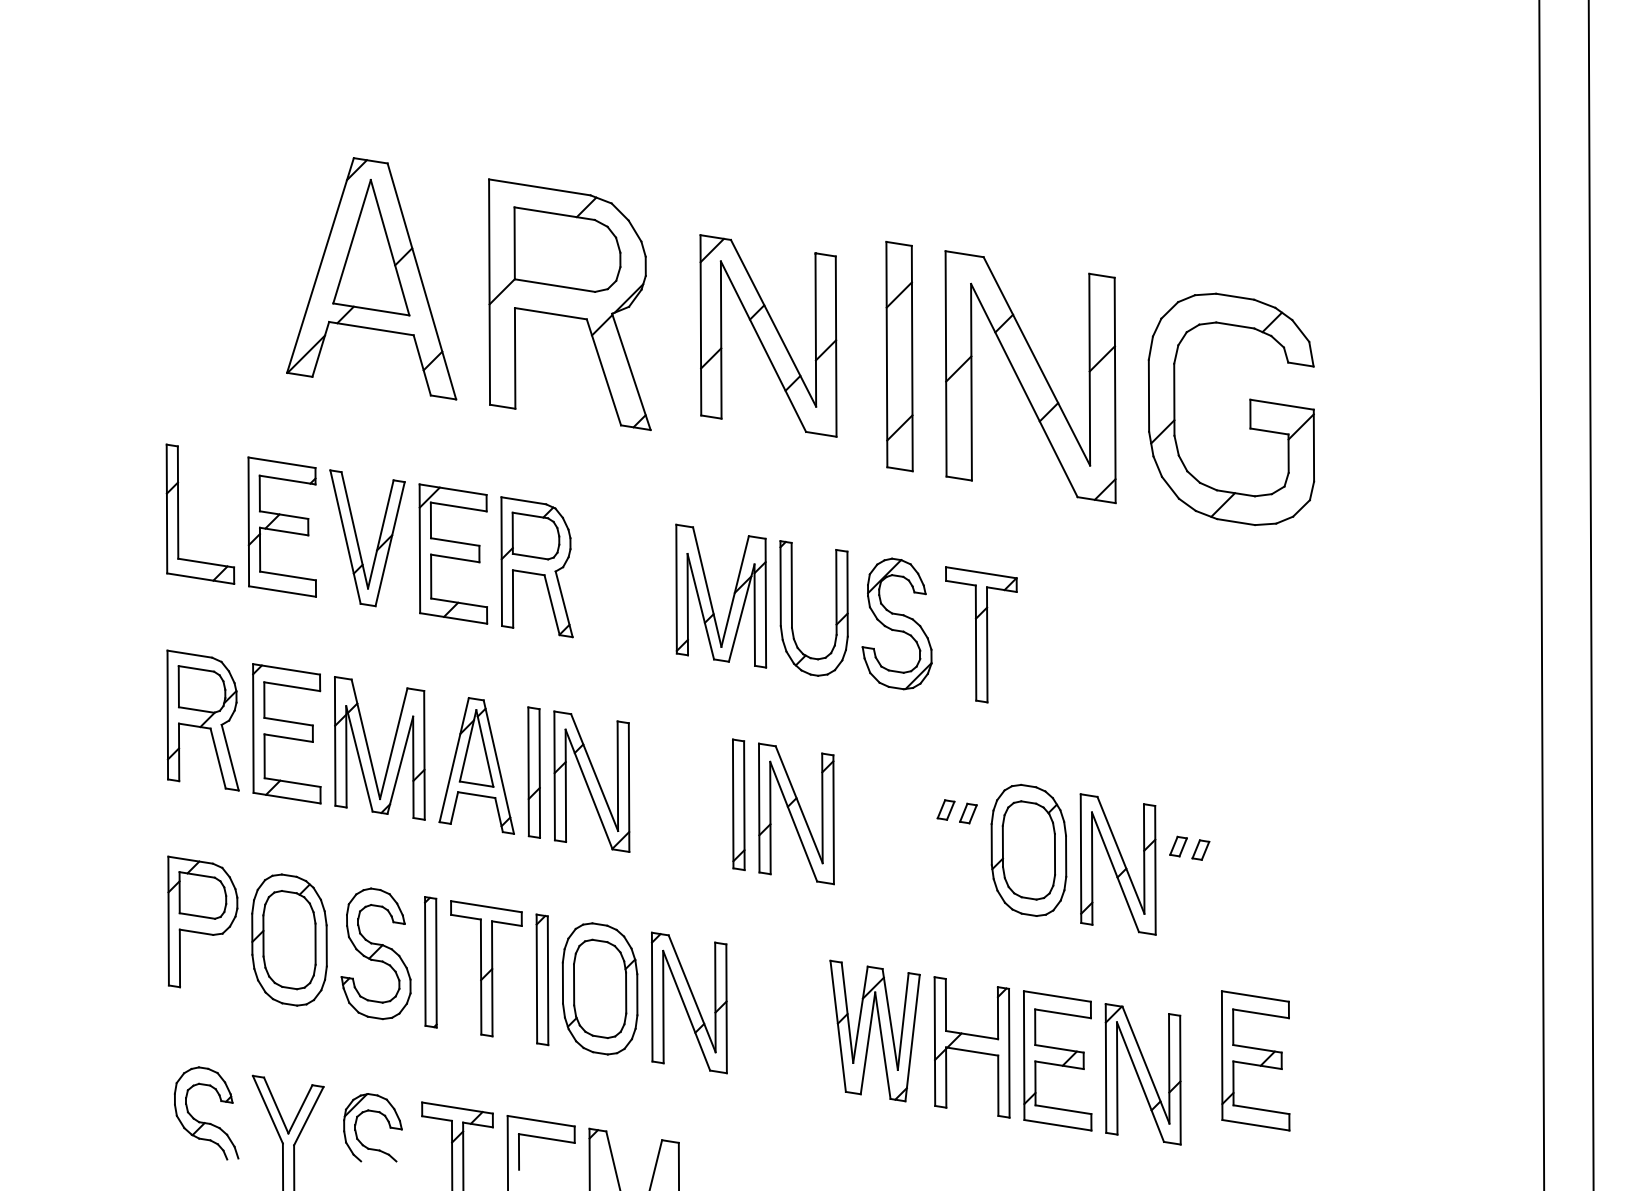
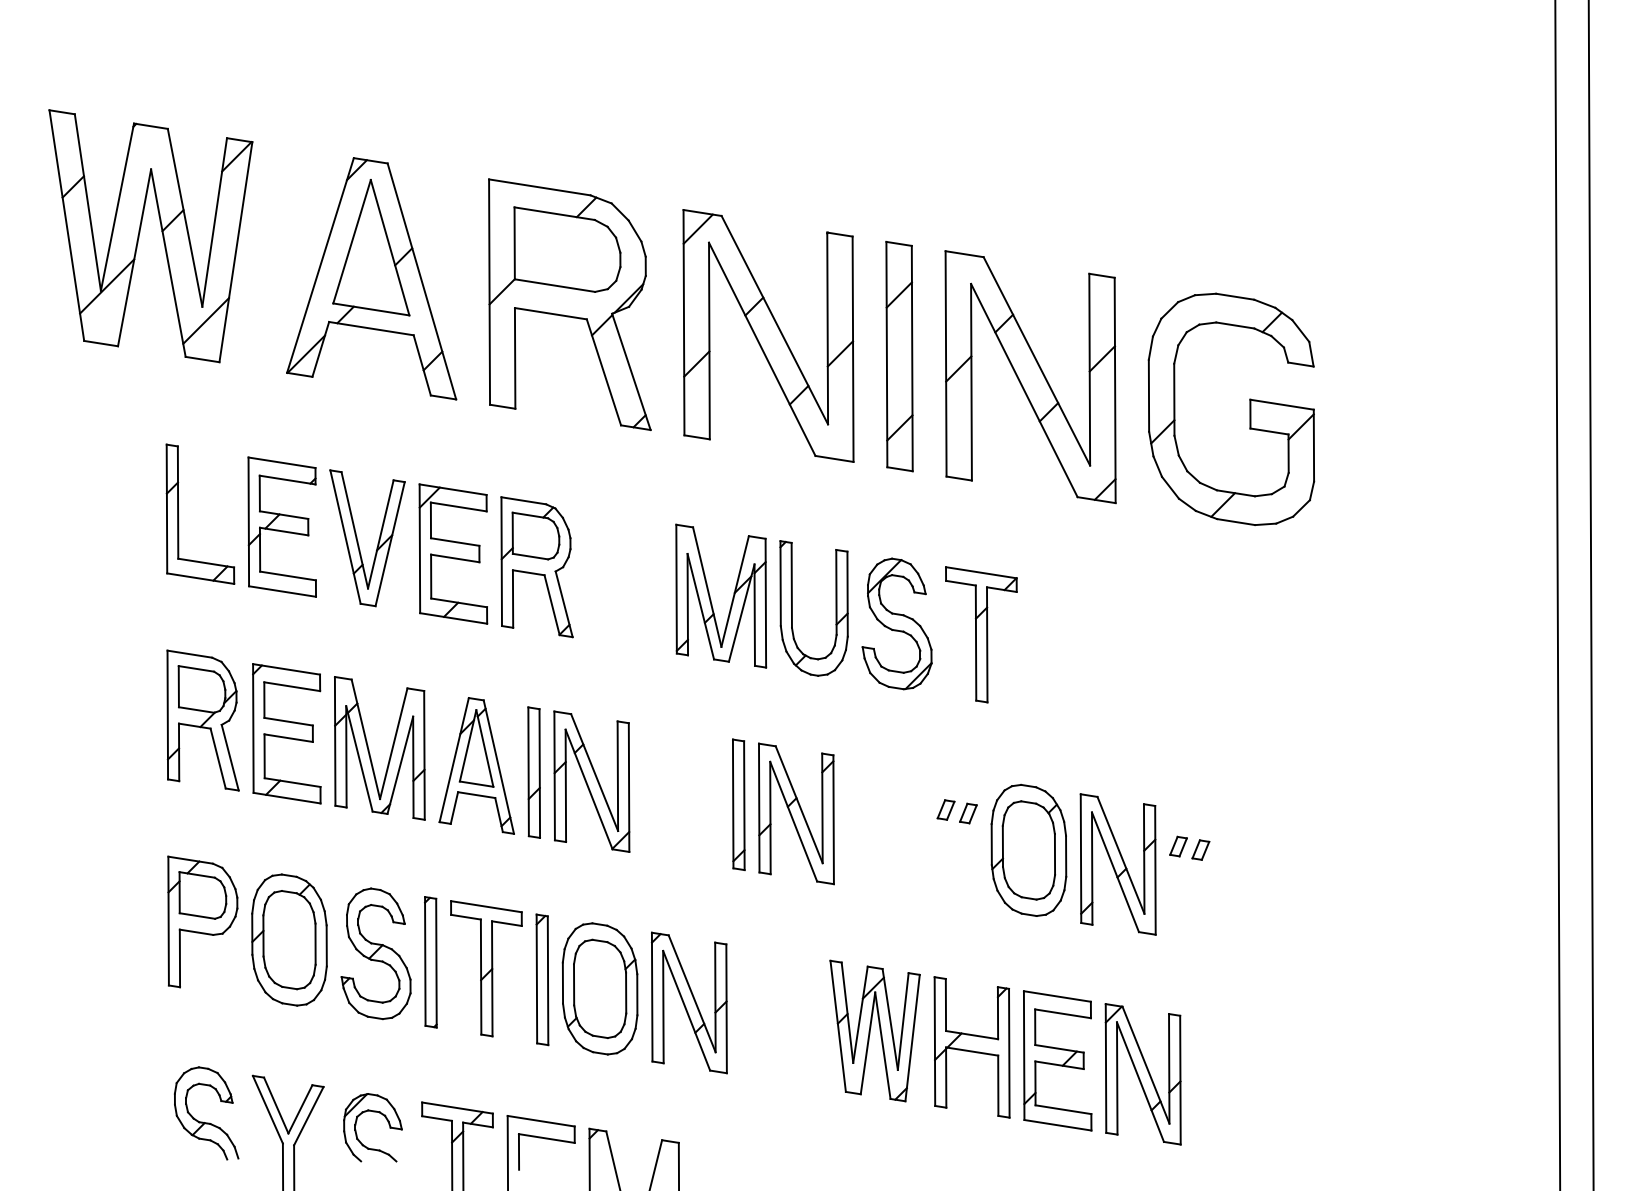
part at (140, 232): none -> present
part at (768, 335) size: 139x204 px -> 173x254 px
line at (1541, 594) position: (1541, 594) -> (1557, 594)
part at (1255, 1060): present -> none
